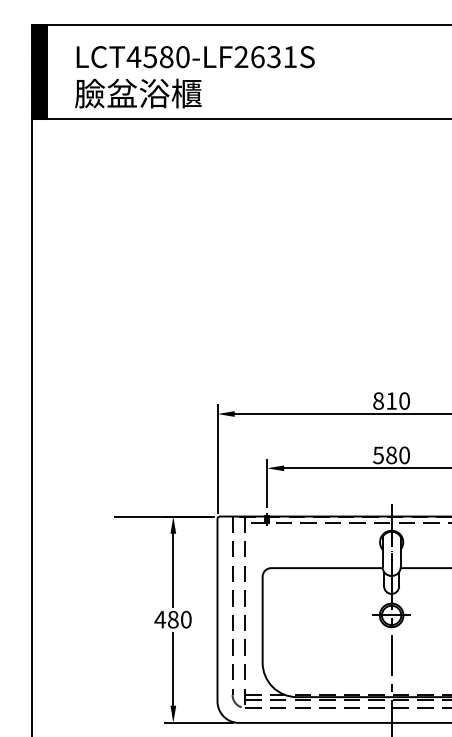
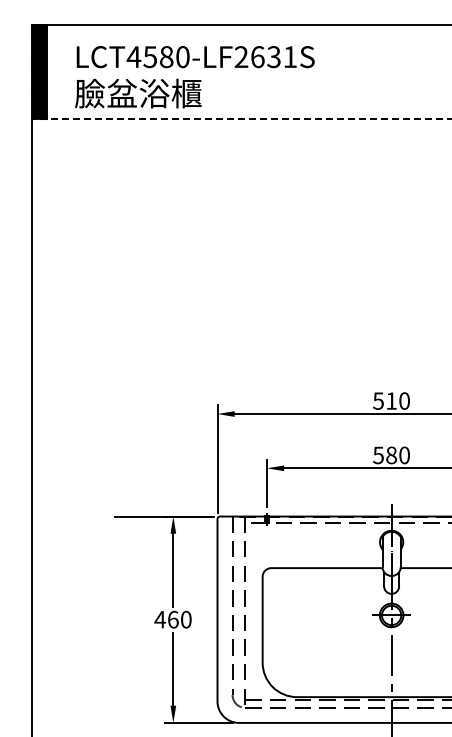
line at (241, 119): solid -> dashed
text at (378, 400): 810 -> 510
text at (173, 619): 480 -> 460
line at (346, 694): present -> none
